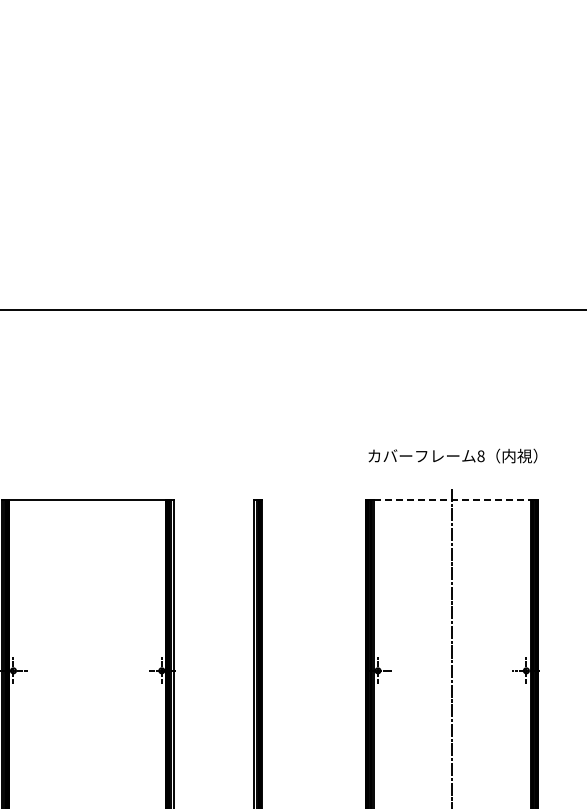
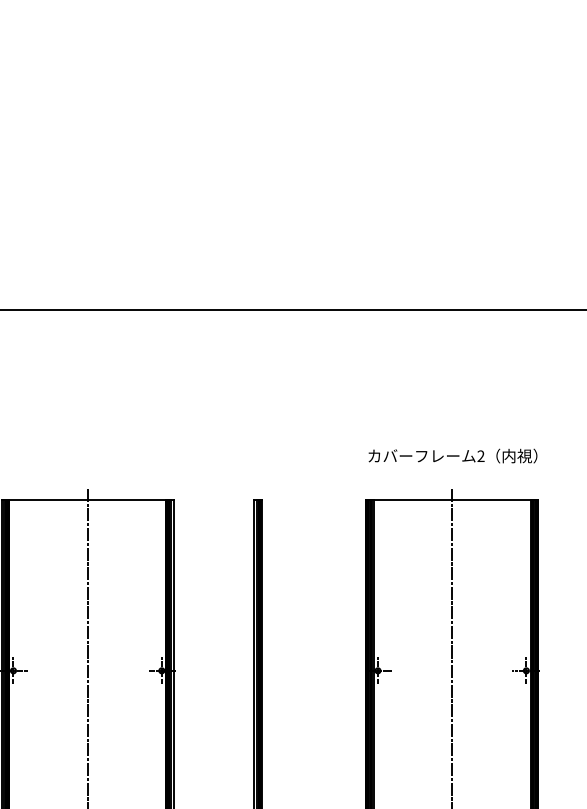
text at (480, 456): 8 -> 2
line at (452, 500): dashed -> solid
line at (87, 646): none -> present
